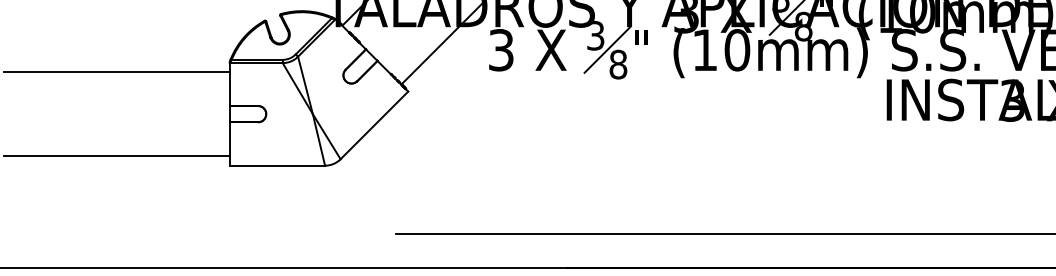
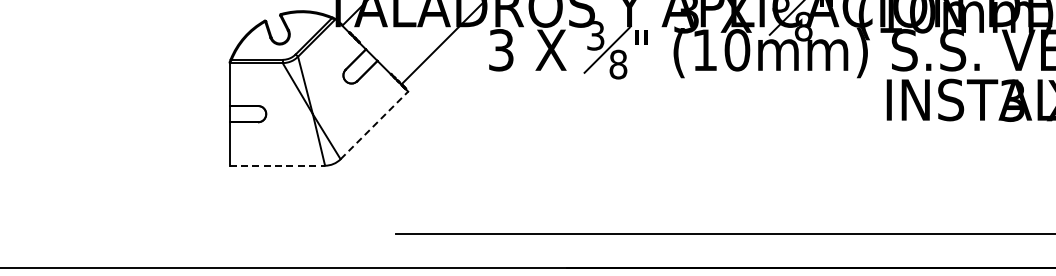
line at (116, 72): present -> none
line at (374, 125): solid -> dashed
line at (116, 155): present -> none
line at (277, 165): solid -> dashed
